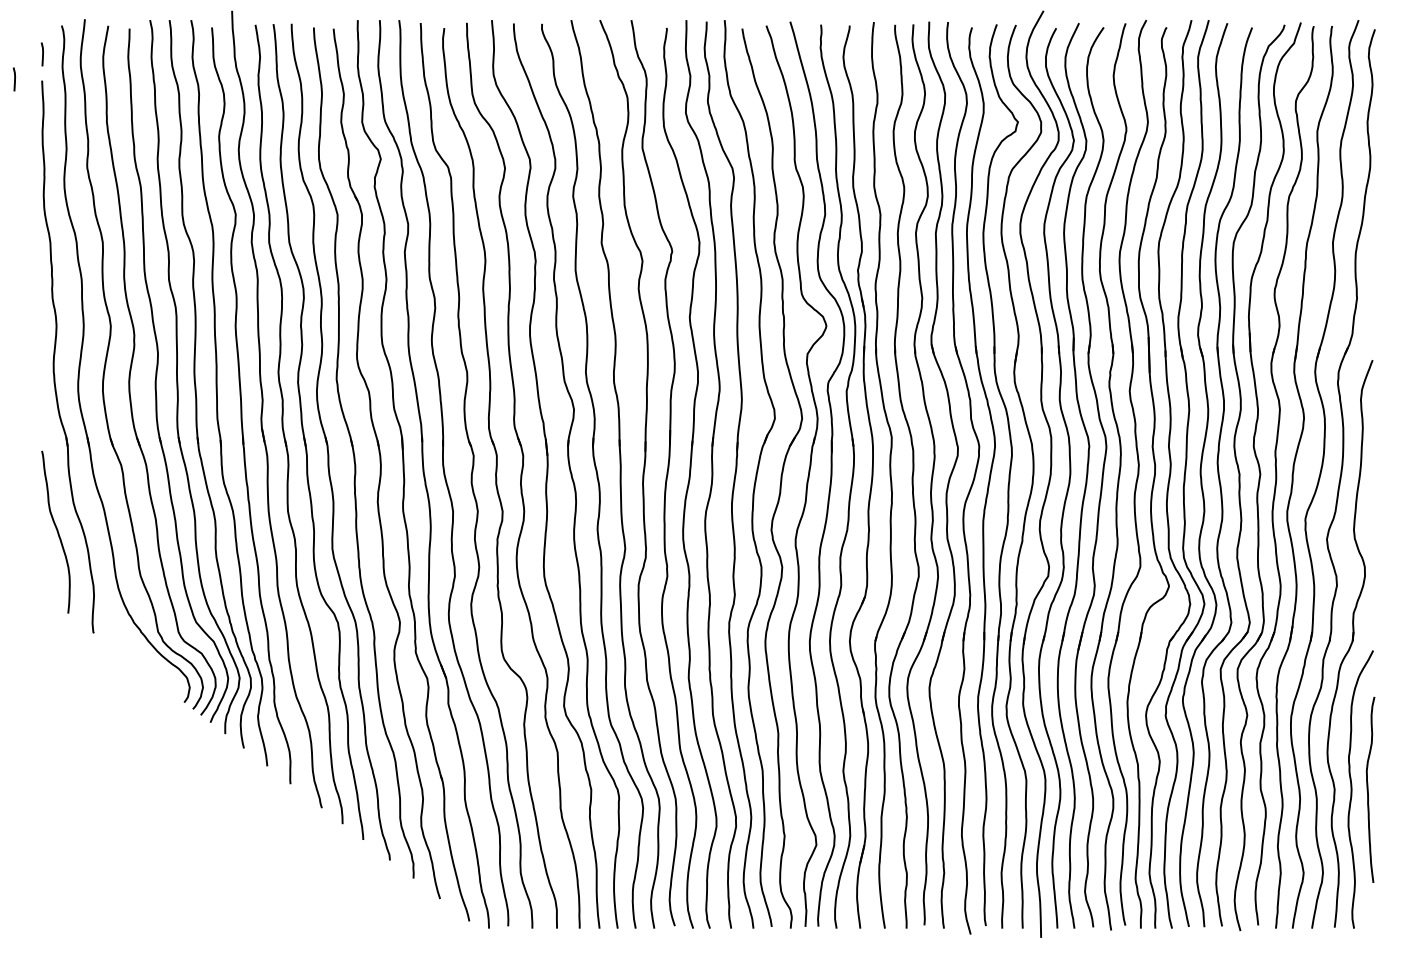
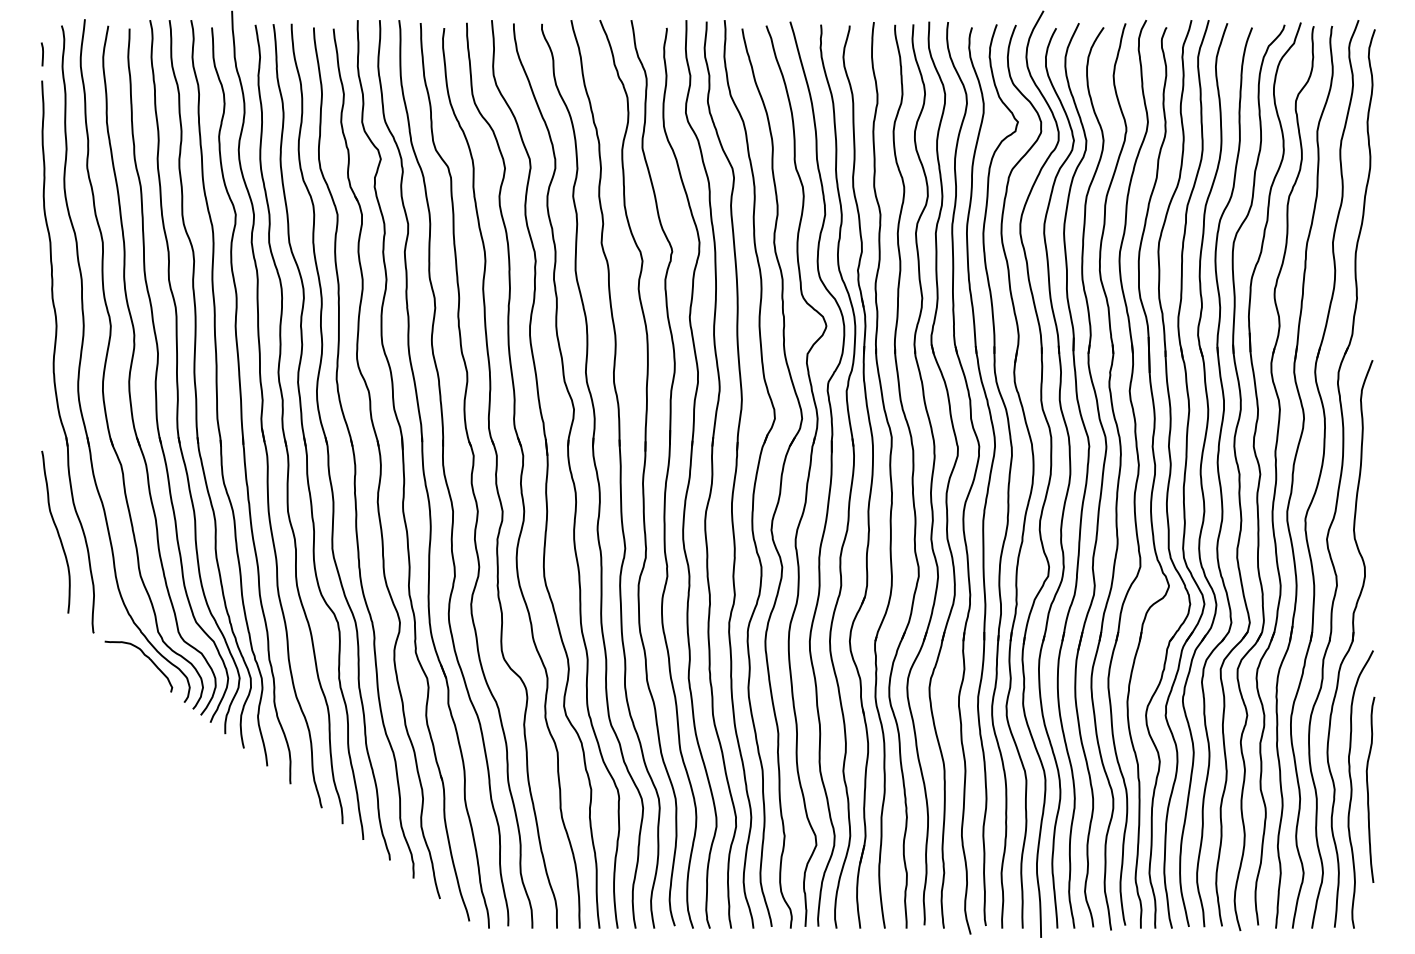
line at (14, 79): present -> none
curve at (146, 657): none -> present
